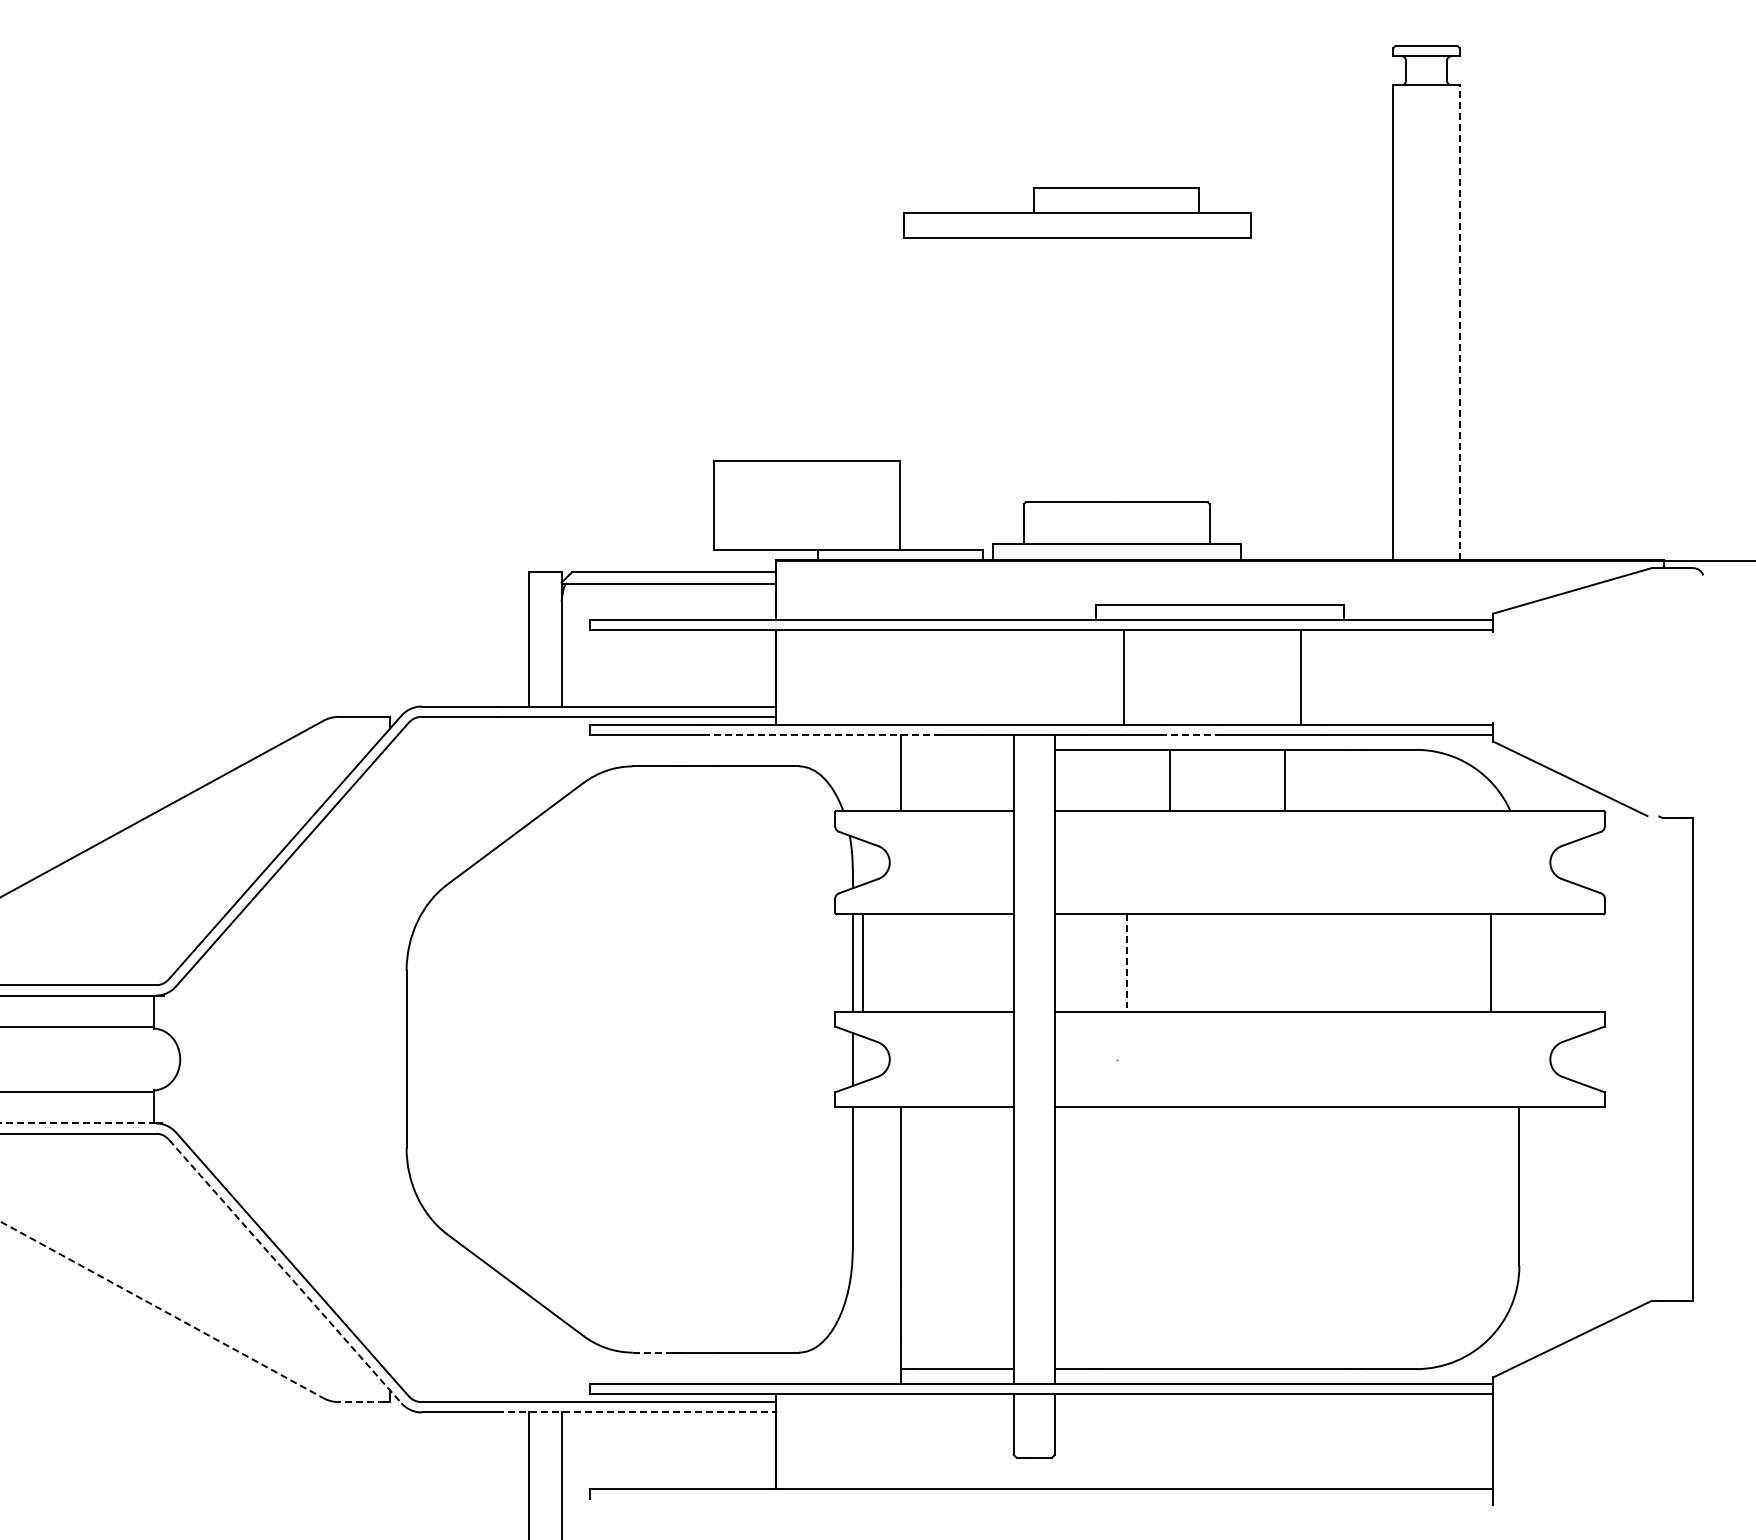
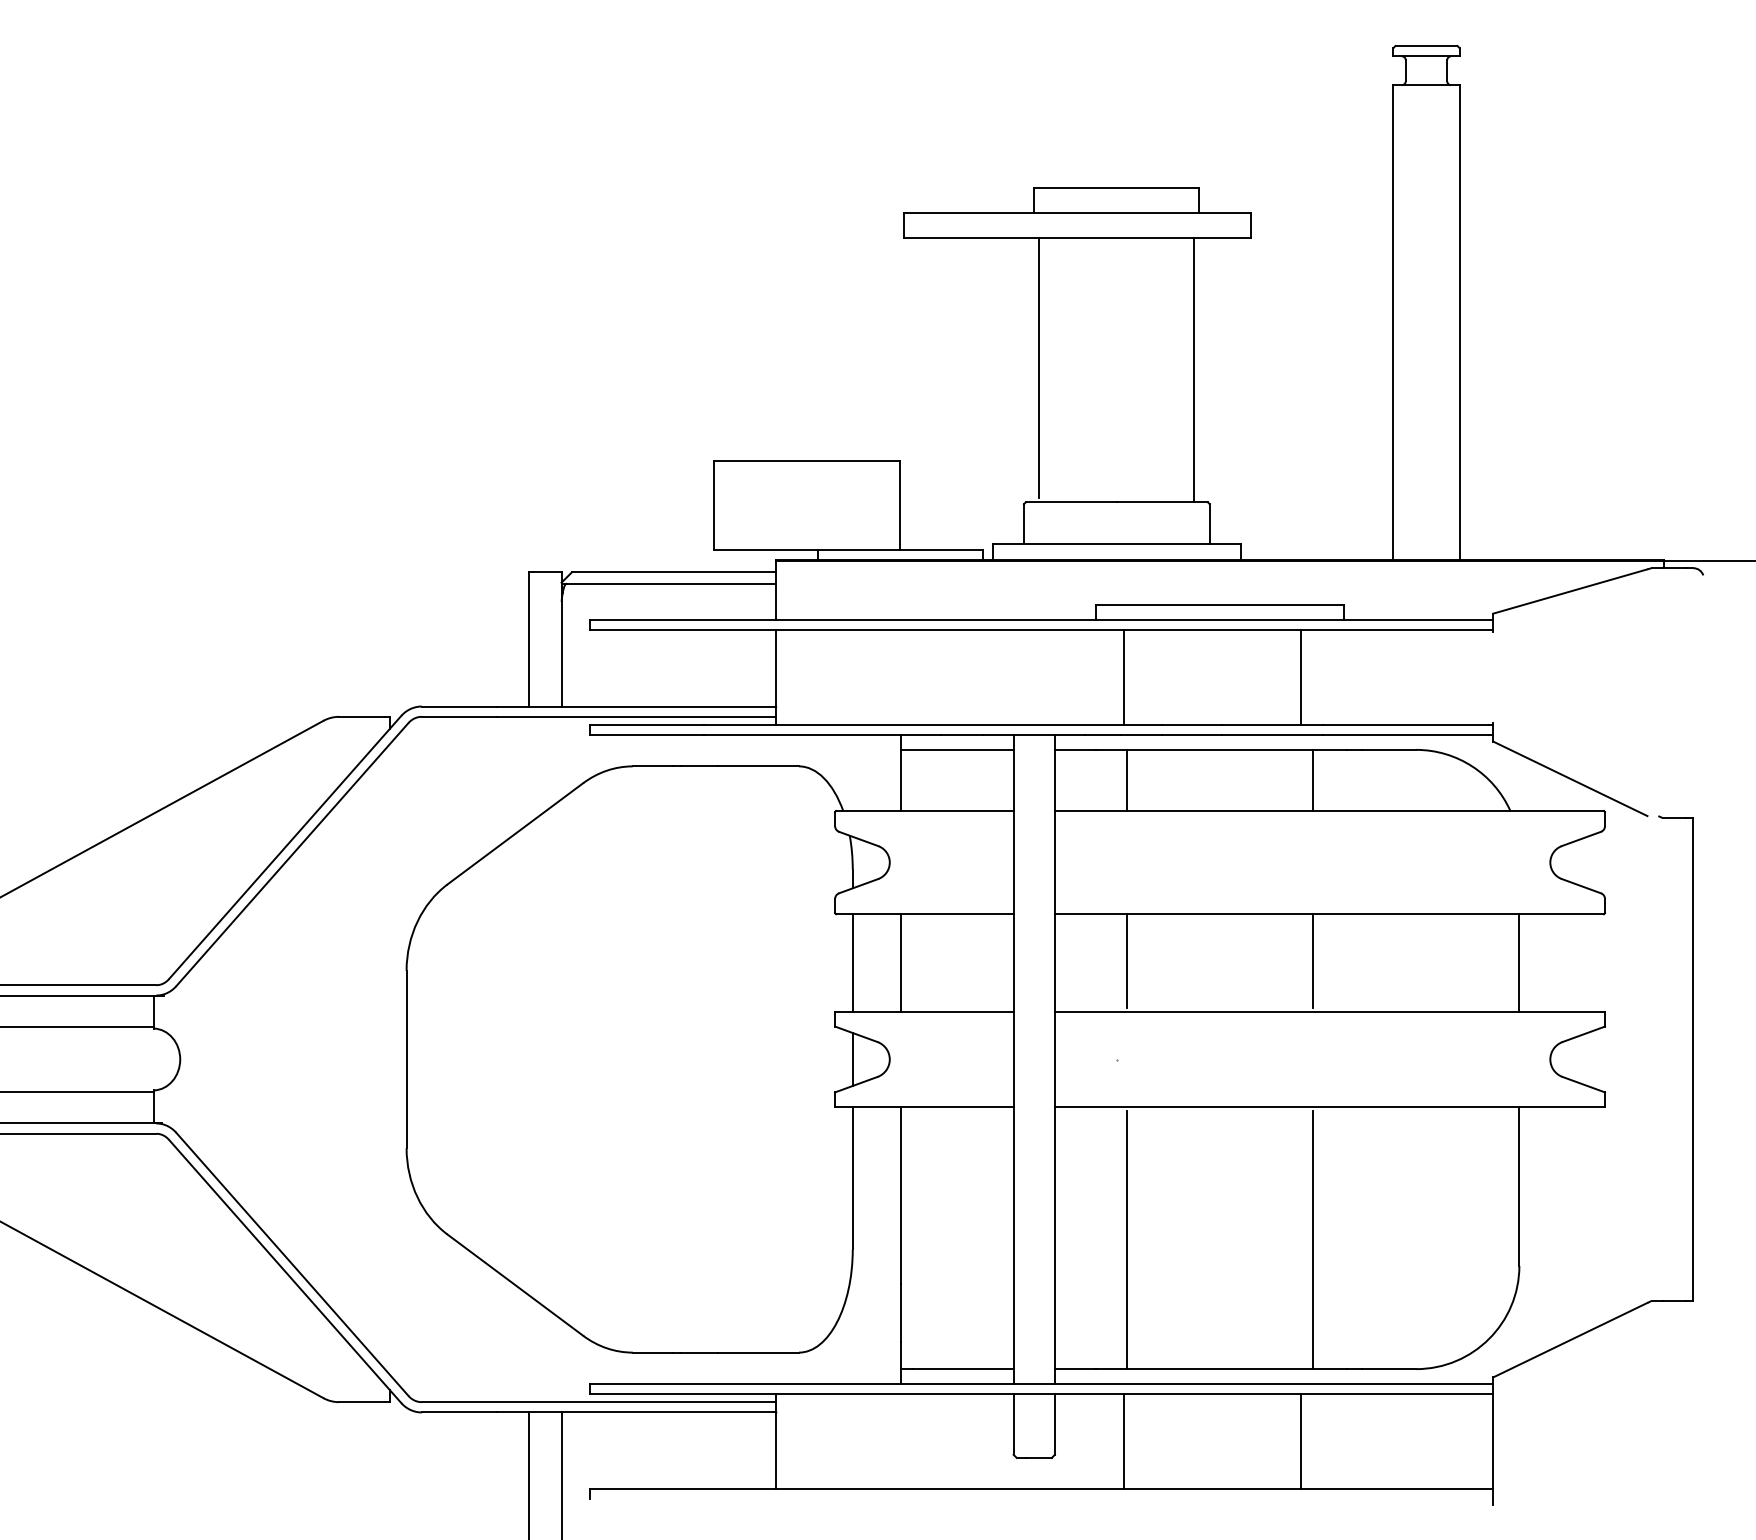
line at (1459, 322): dashed -> solid
line at (1039, 367): none -> present
line at (1194, 369): none -> present
line at (822, 735): dashed -> solid
line at (1191, 735): dashed -> solid
line at (957, 749): none -> present
line at (1170, 779) position: (1170, 779) -> (1127, 779)
line at (1284, 779) position: (1284, 779) -> (1312, 779)
line at (1312, 960): none -> present
line at (1127, 961): dashed -> solid
line at (863, 963) position: (863, 963) -> (901, 963)
line at (1491, 963) position: (1491, 963) -> (1519, 963)
line at (78, 1123): dashed -> solid
line at (1127, 1240): none -> present
line at (1312, 1240): none -> present
line at (285, 1271): dashed -> solid
line at (162, 1309): dashed -> solid
line at (653, 1352): dashed -> solid
line at (361, 1402): dashed -> solid
line at (637, 1412): dashed -> solid
line at (1124, 1440): none -> present
line at (1301, 1440): none -> present
